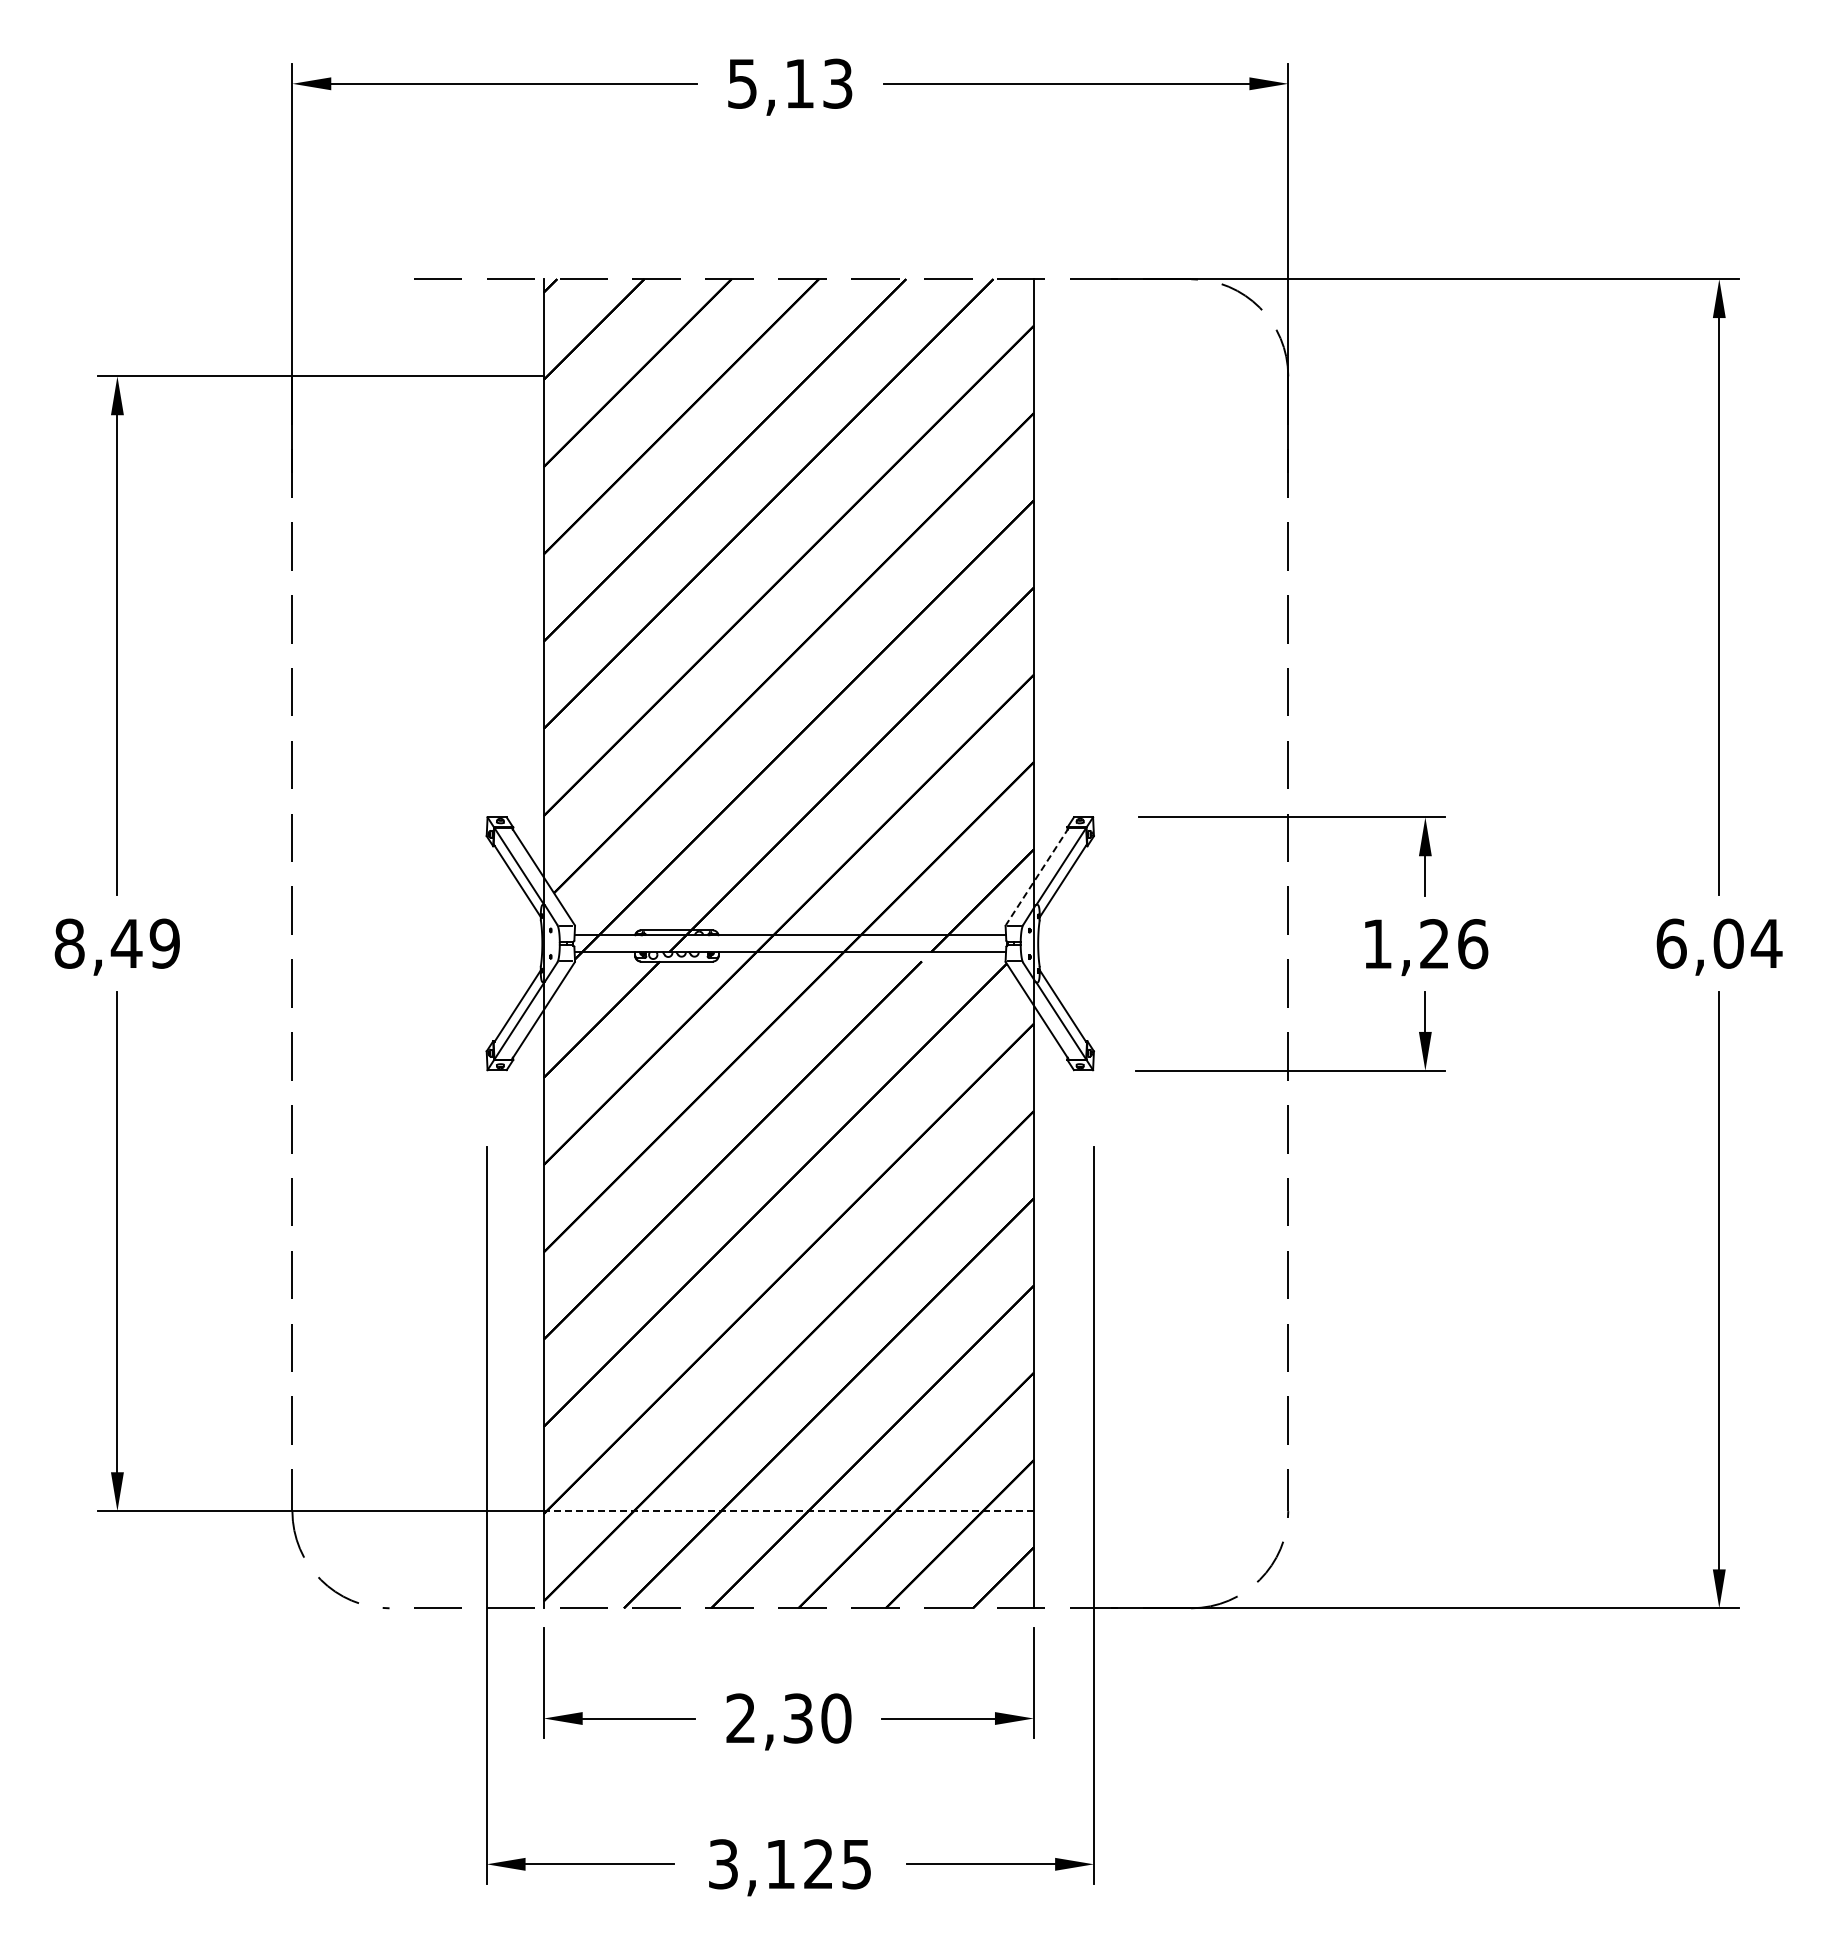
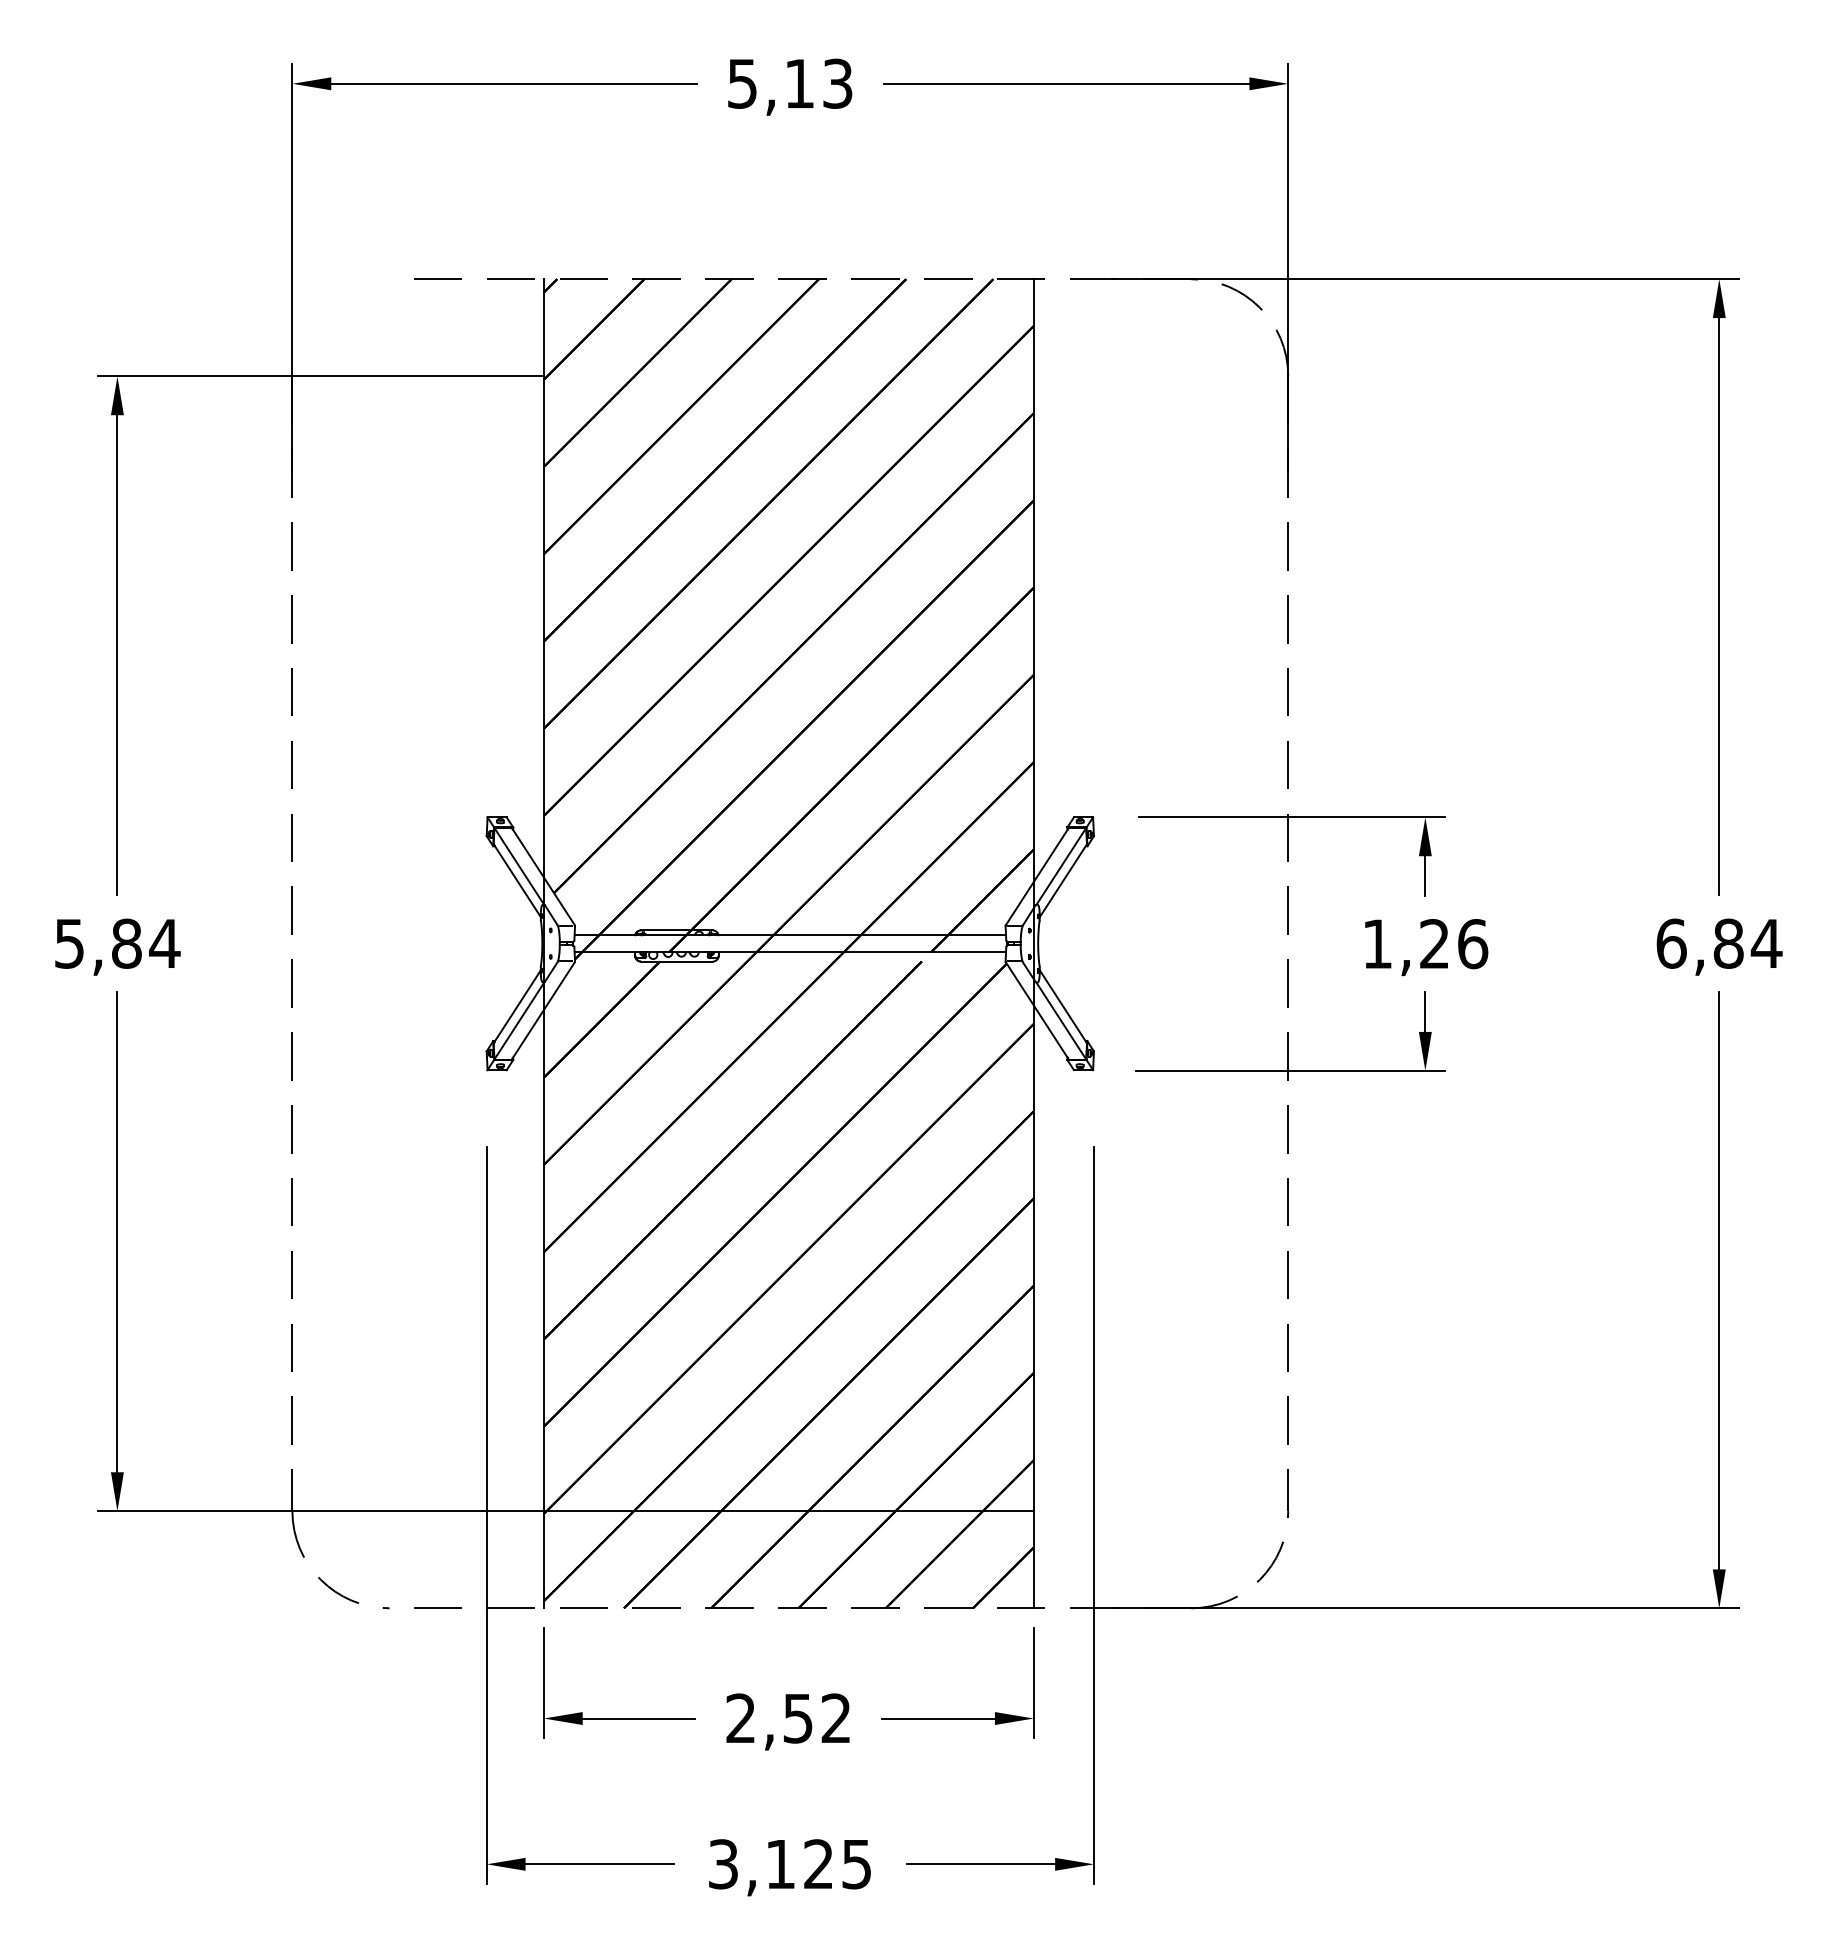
line at (1037, 876): dashed -> solid
text at (117, 943): 8,49 -> 5,84
text at (1728, 943): 6,04 -> 6,84
line at (788, 1511): dashed -> solid
text at (817, 1718): 2,30 -> 2,52
